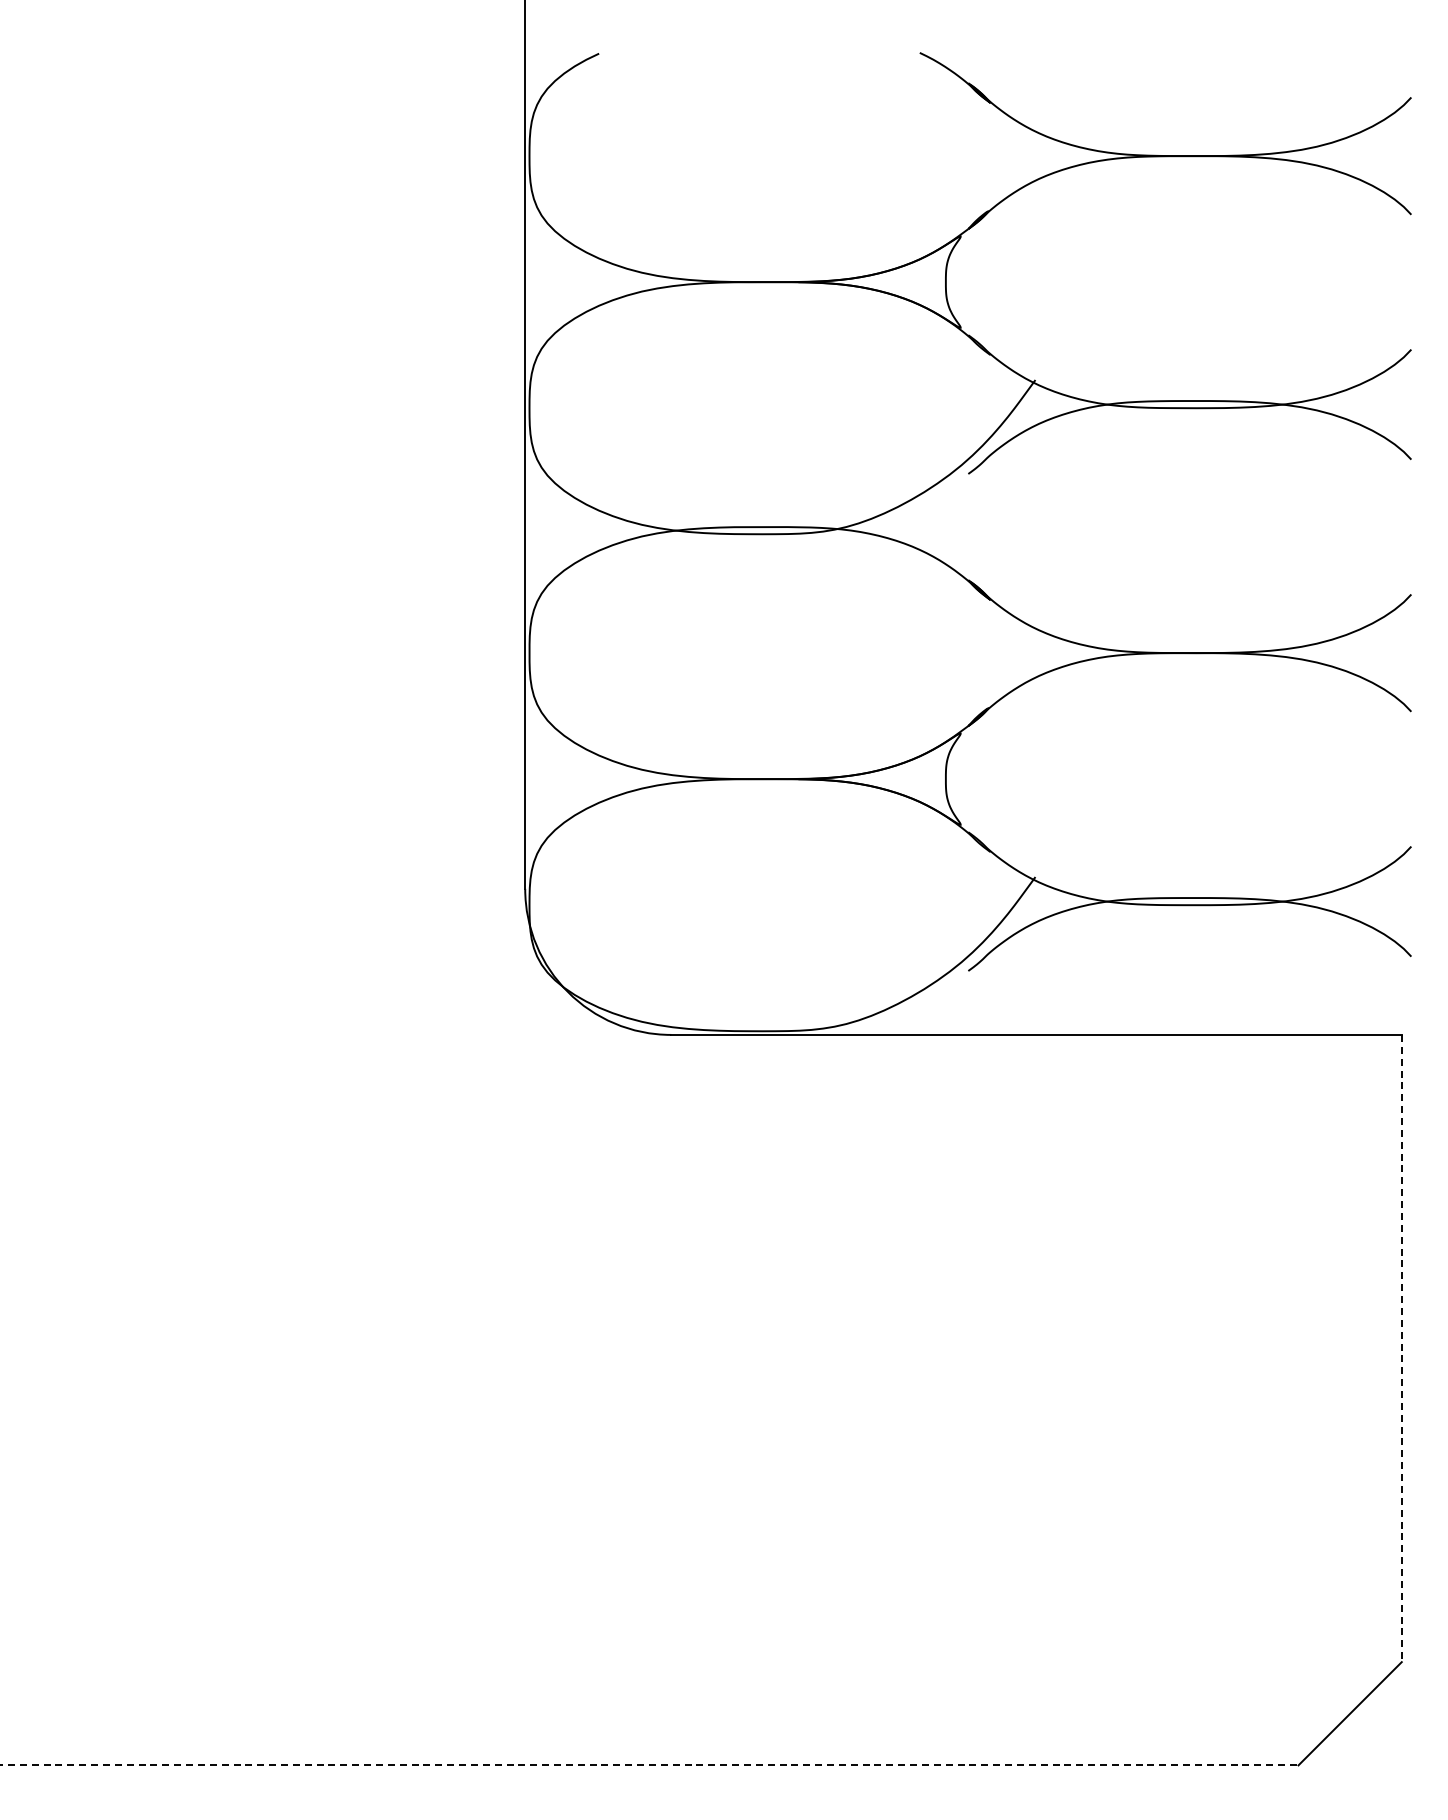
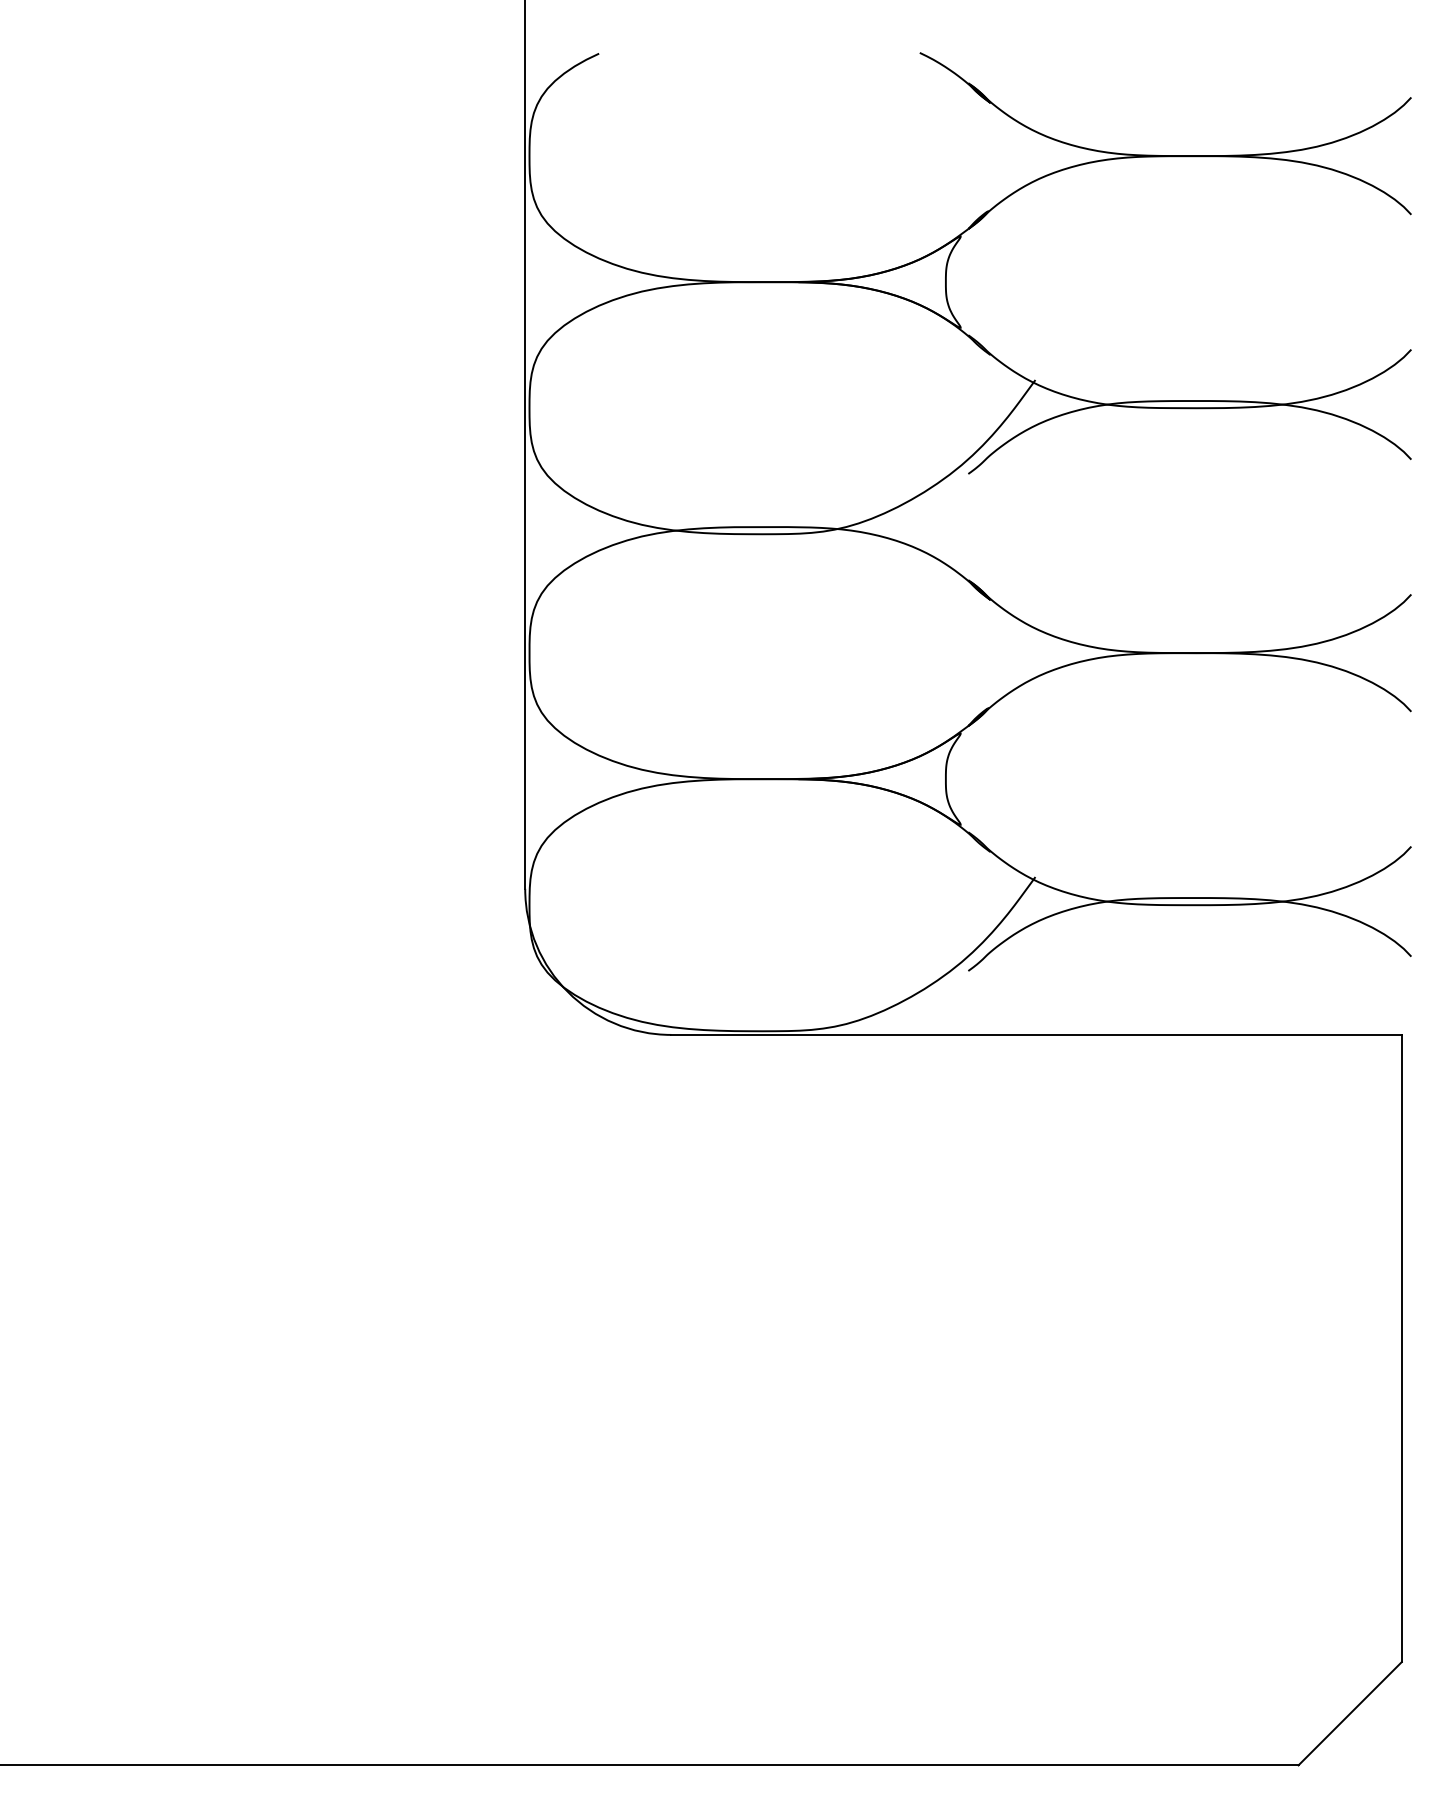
line at (1401, 1348): dashed -> solid
line at (649, 1765): dashed -> solid
